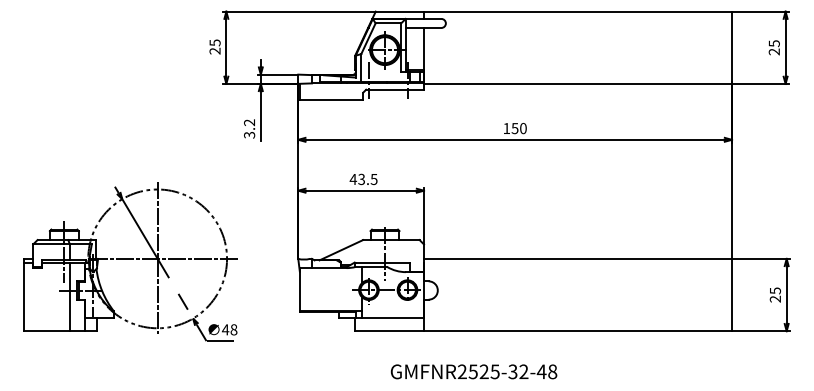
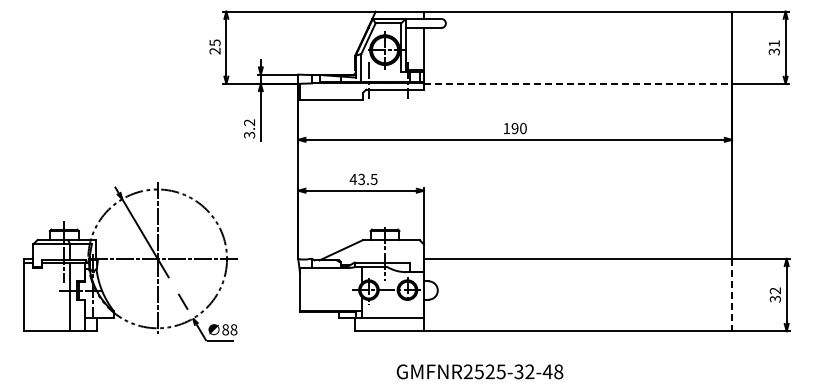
text at (773, 47): 25 -> 31
line at (578, 83): solid -> dashed
text at (514, 128): 150 -> 190
text at (775, 294): 25 -> 32
line at (732, 295): solid -> dashed
text at (225, 329): 48 -> 88
text at (473, 371) position: (473, 371) -> (479, 371)
